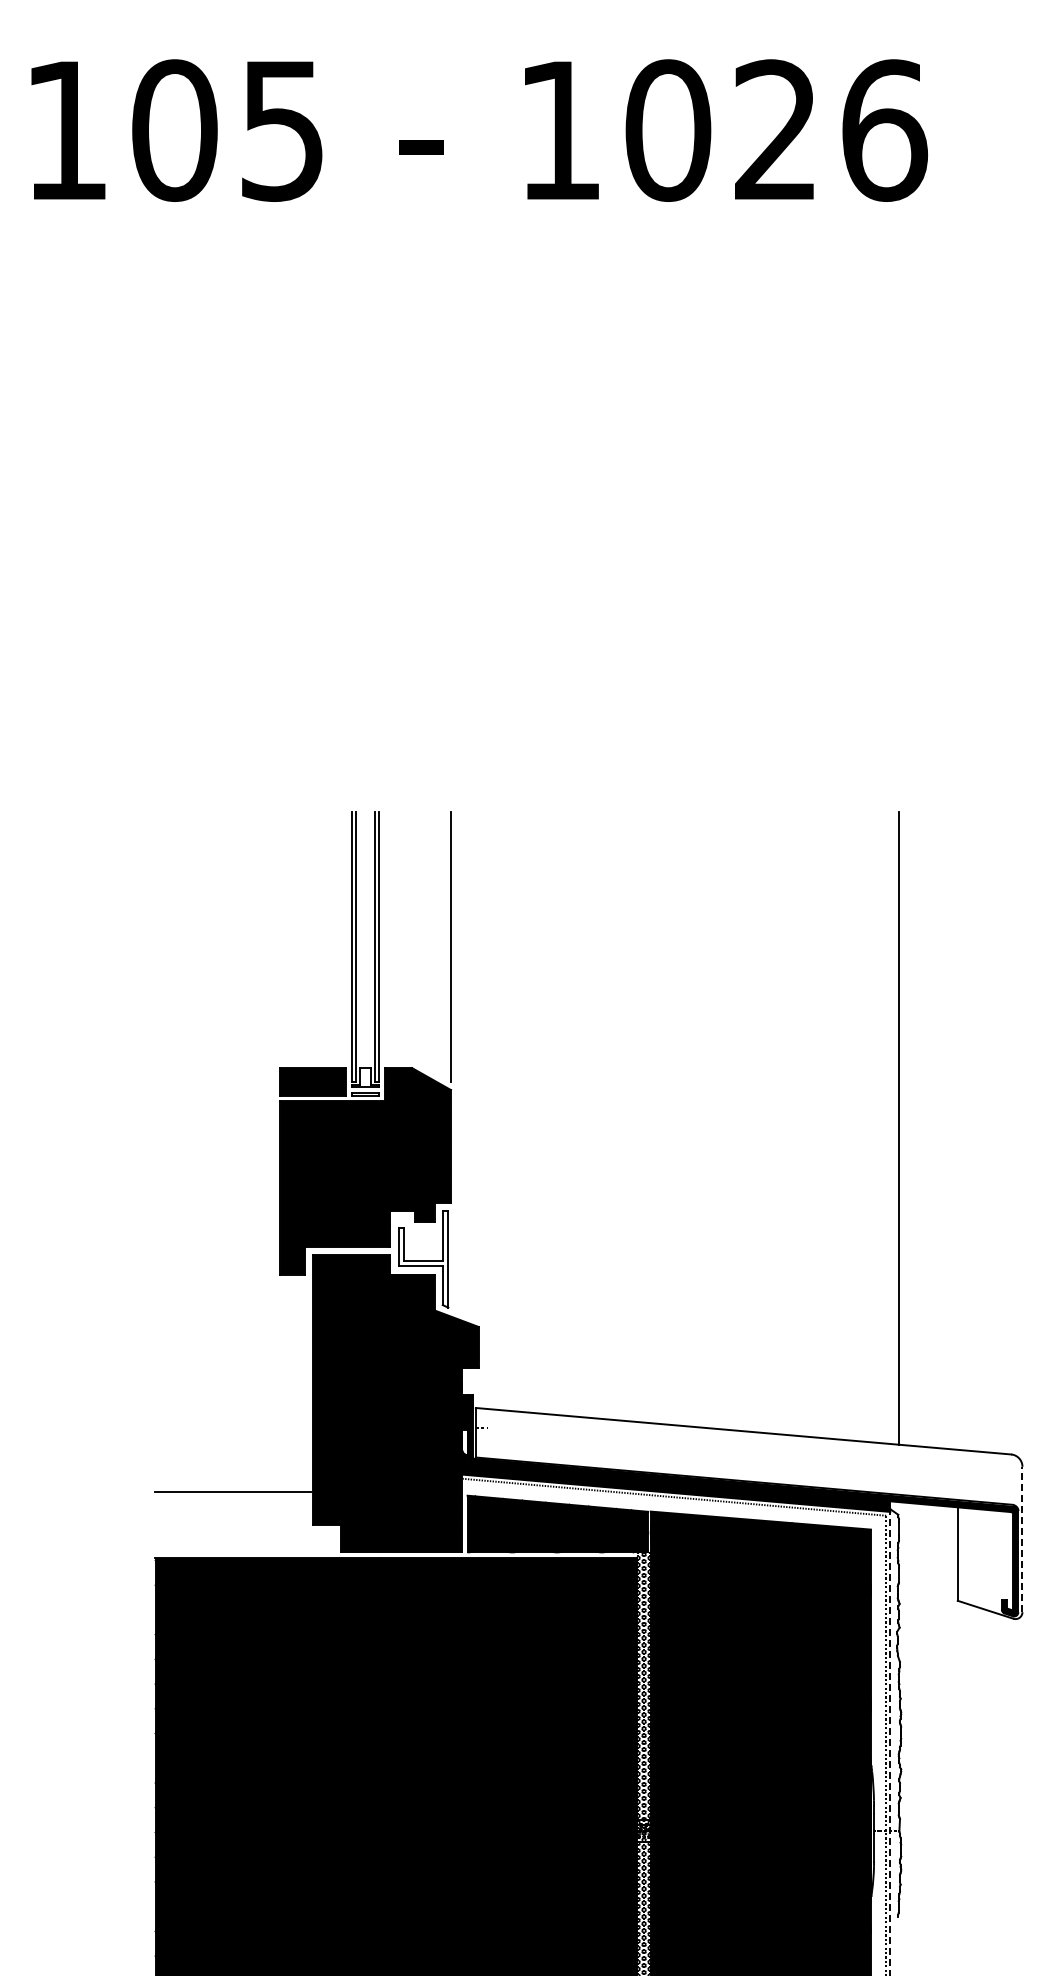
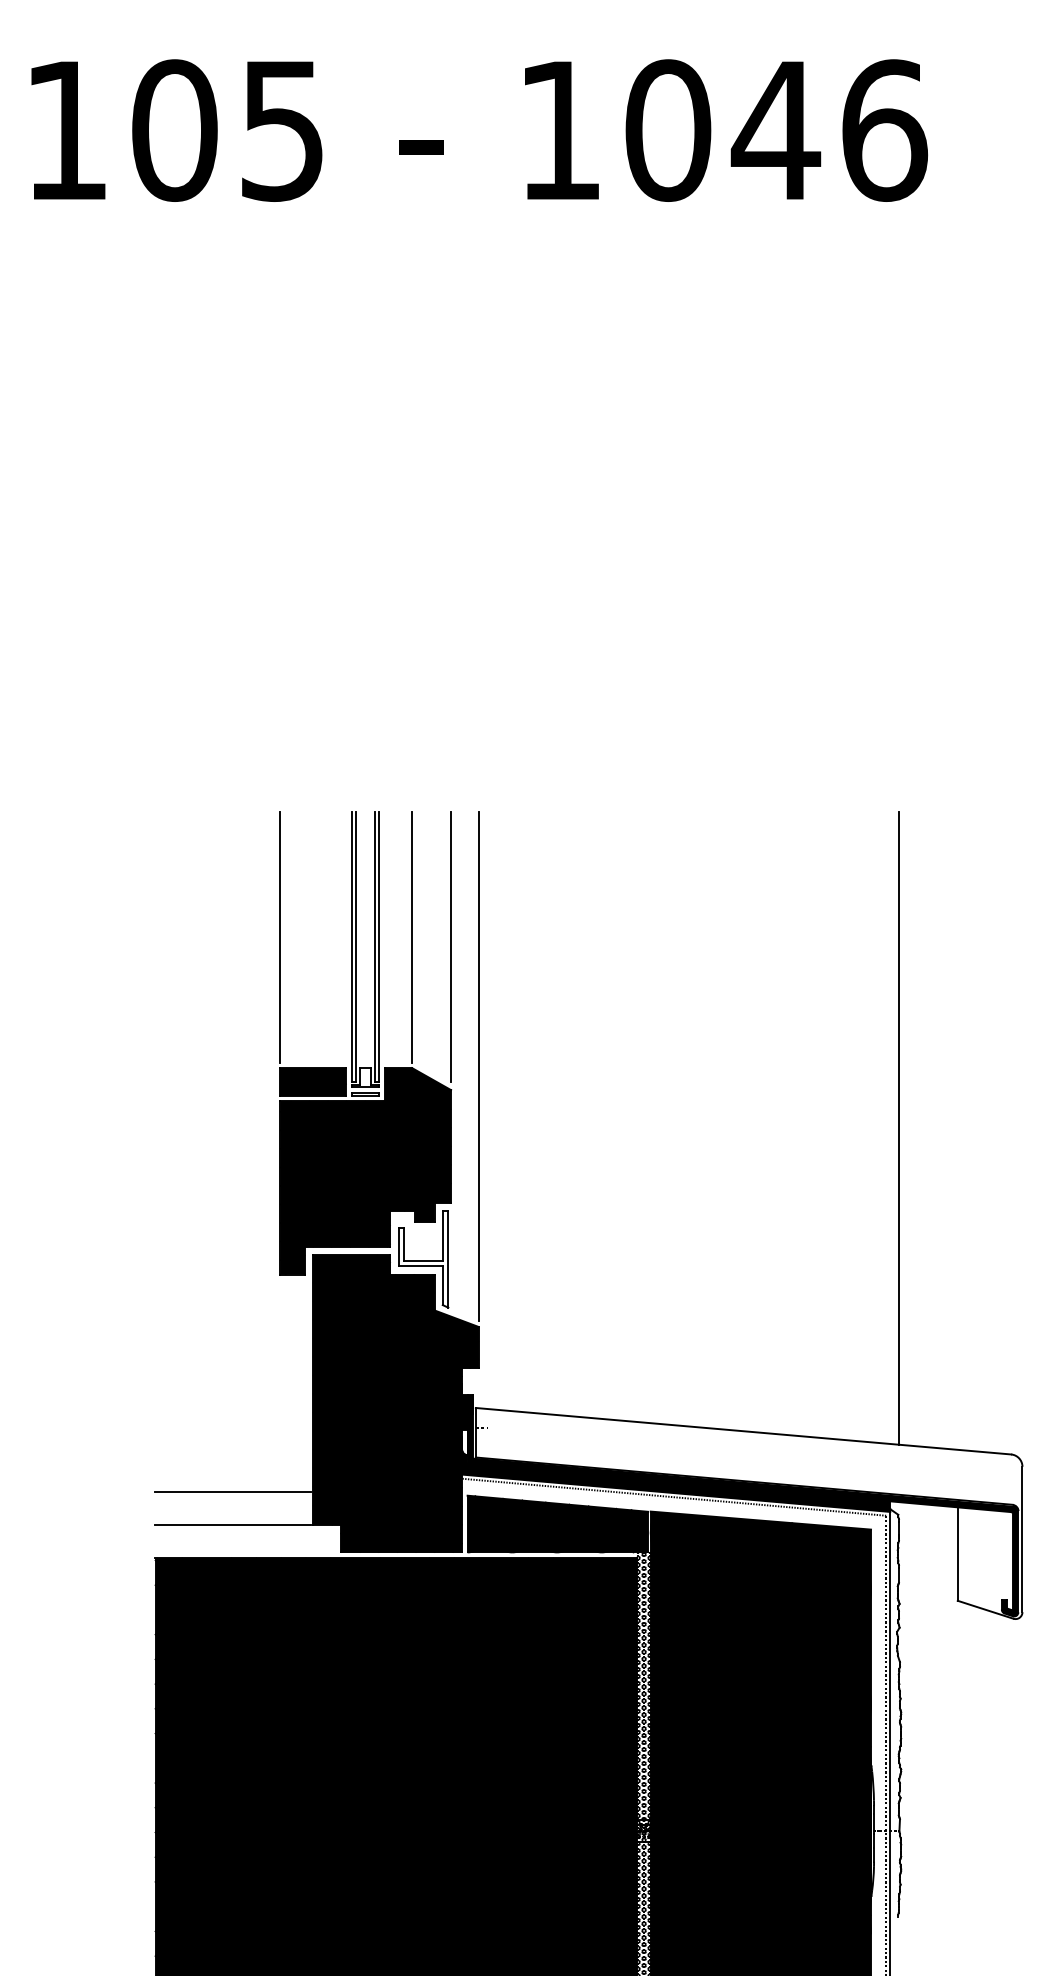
text at (775, 129): 1026 -> 1046
line at (280, 936): none -> present
line at (412, 936): none -> present
line at (478, 1066): none -> present
line at (232, 1524): none -> present
line at (1022, 1539): dashed -> solid
line at (890, 1743): dashed -> solid
